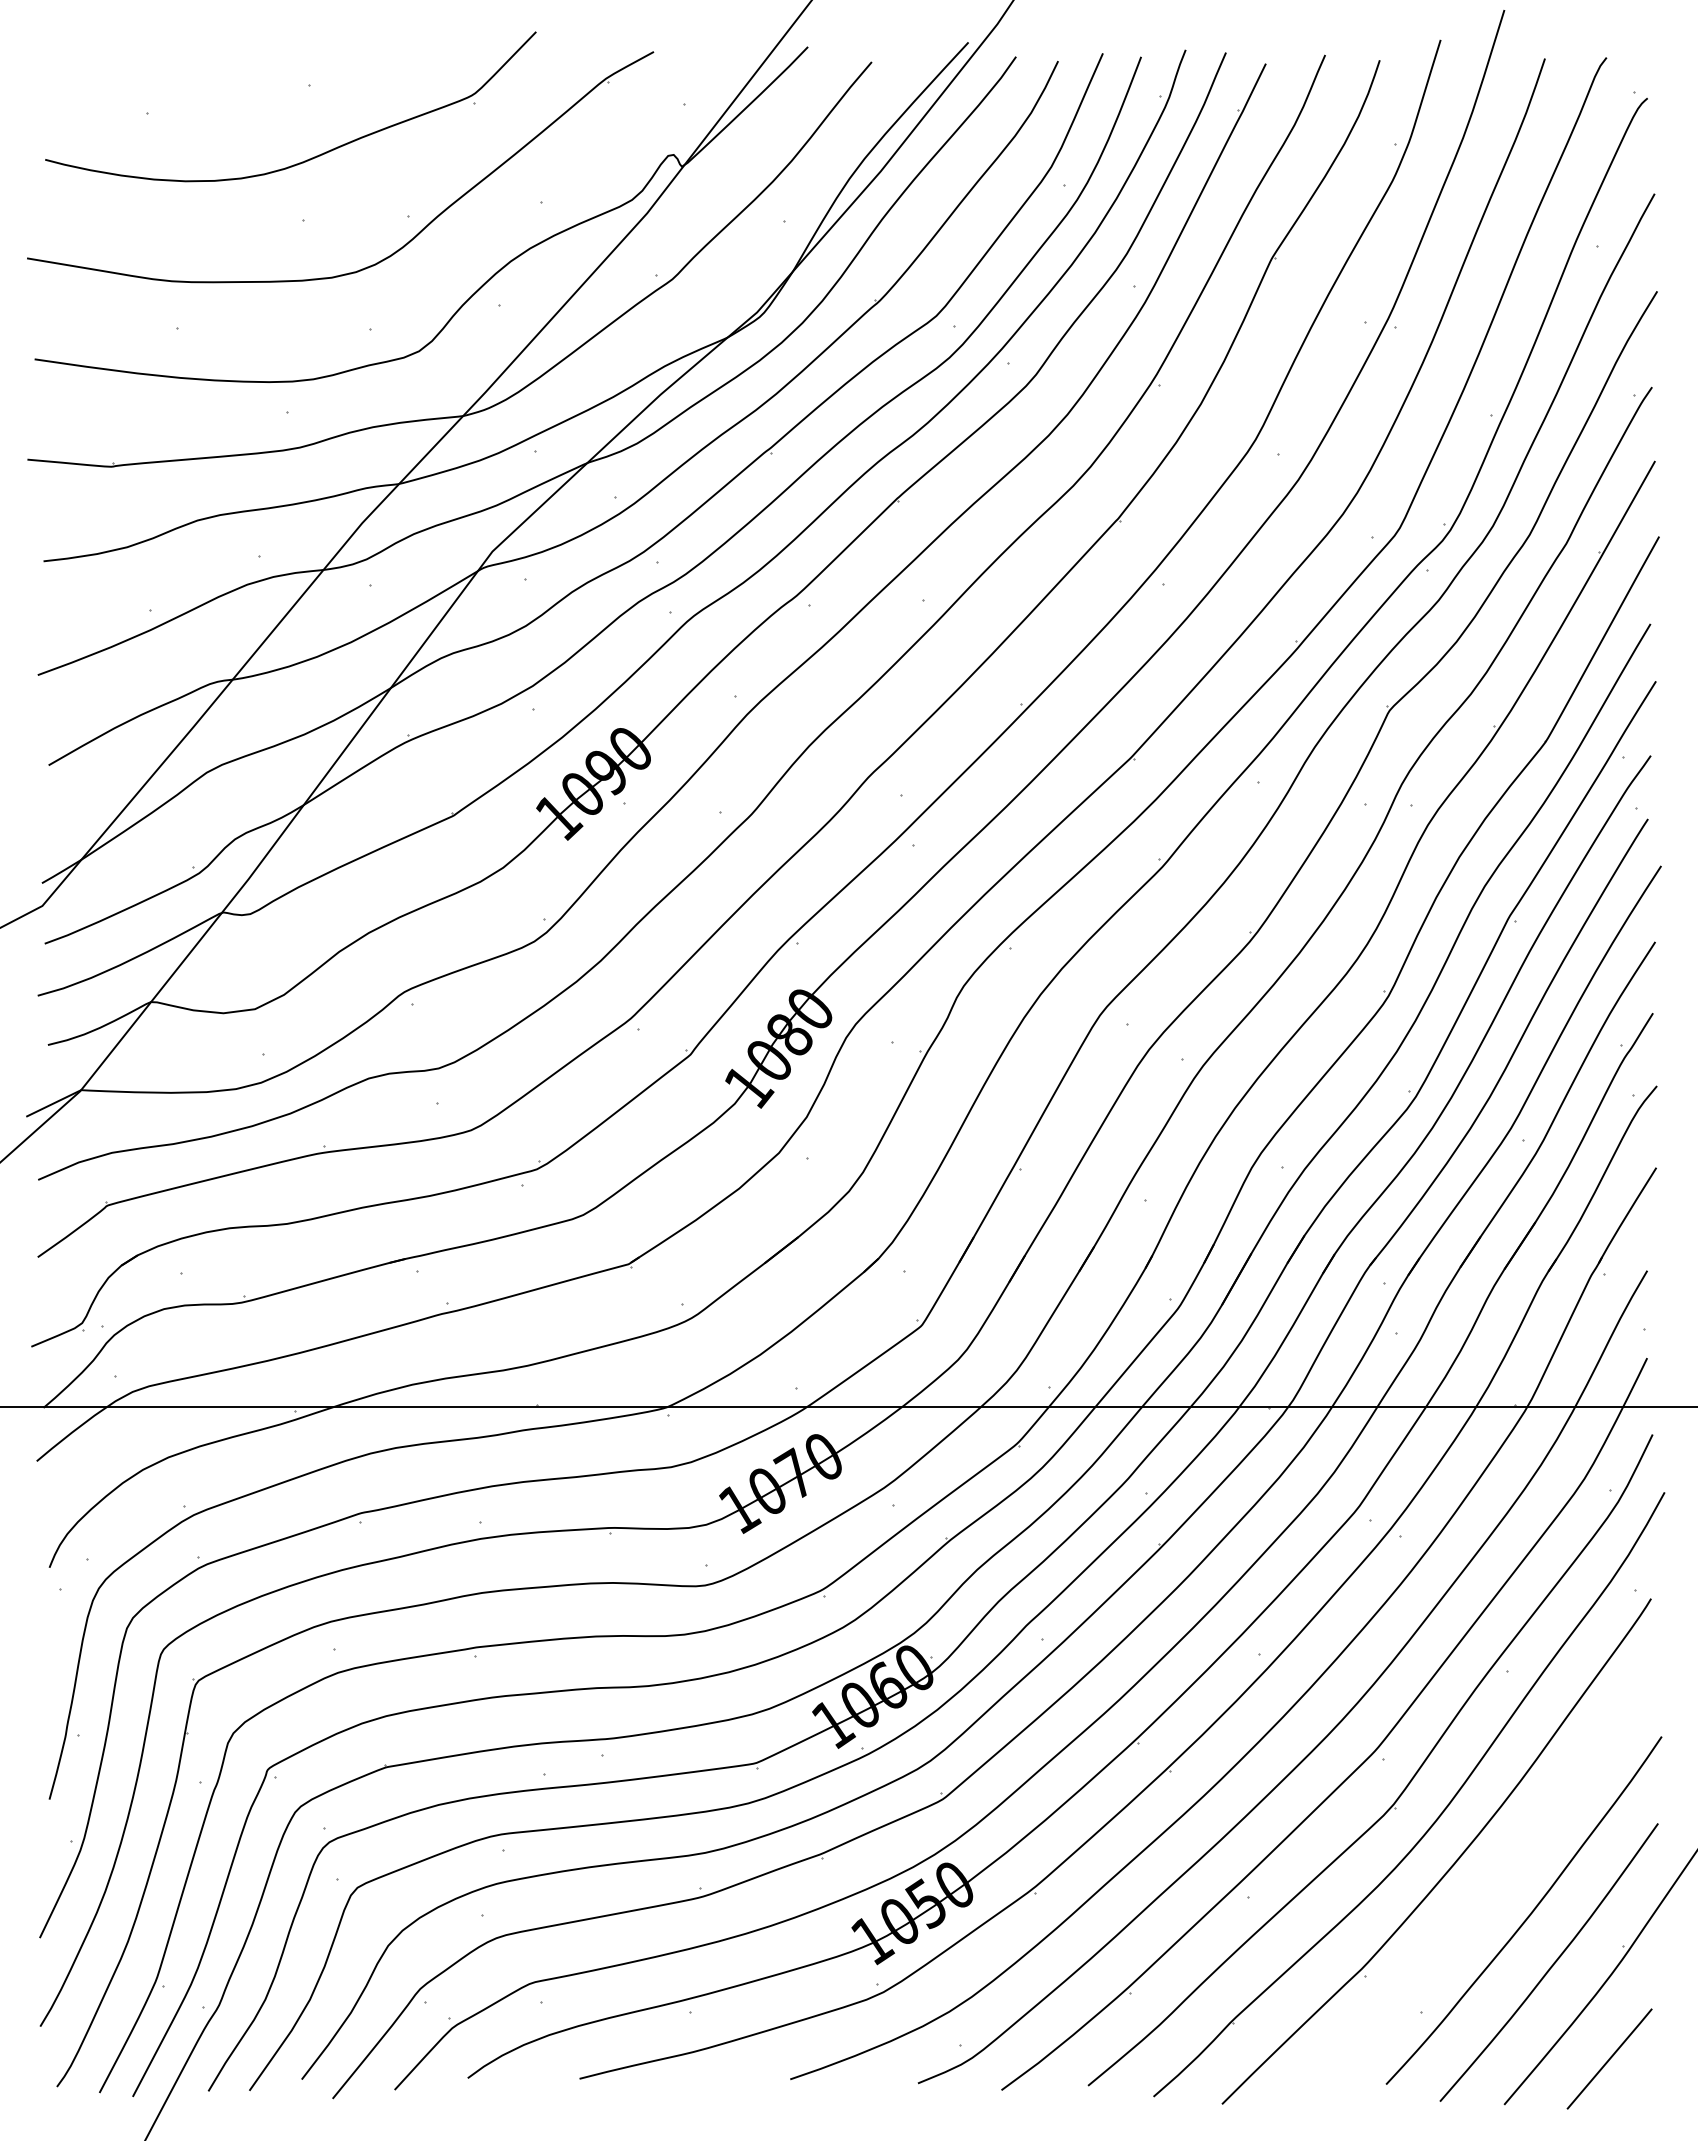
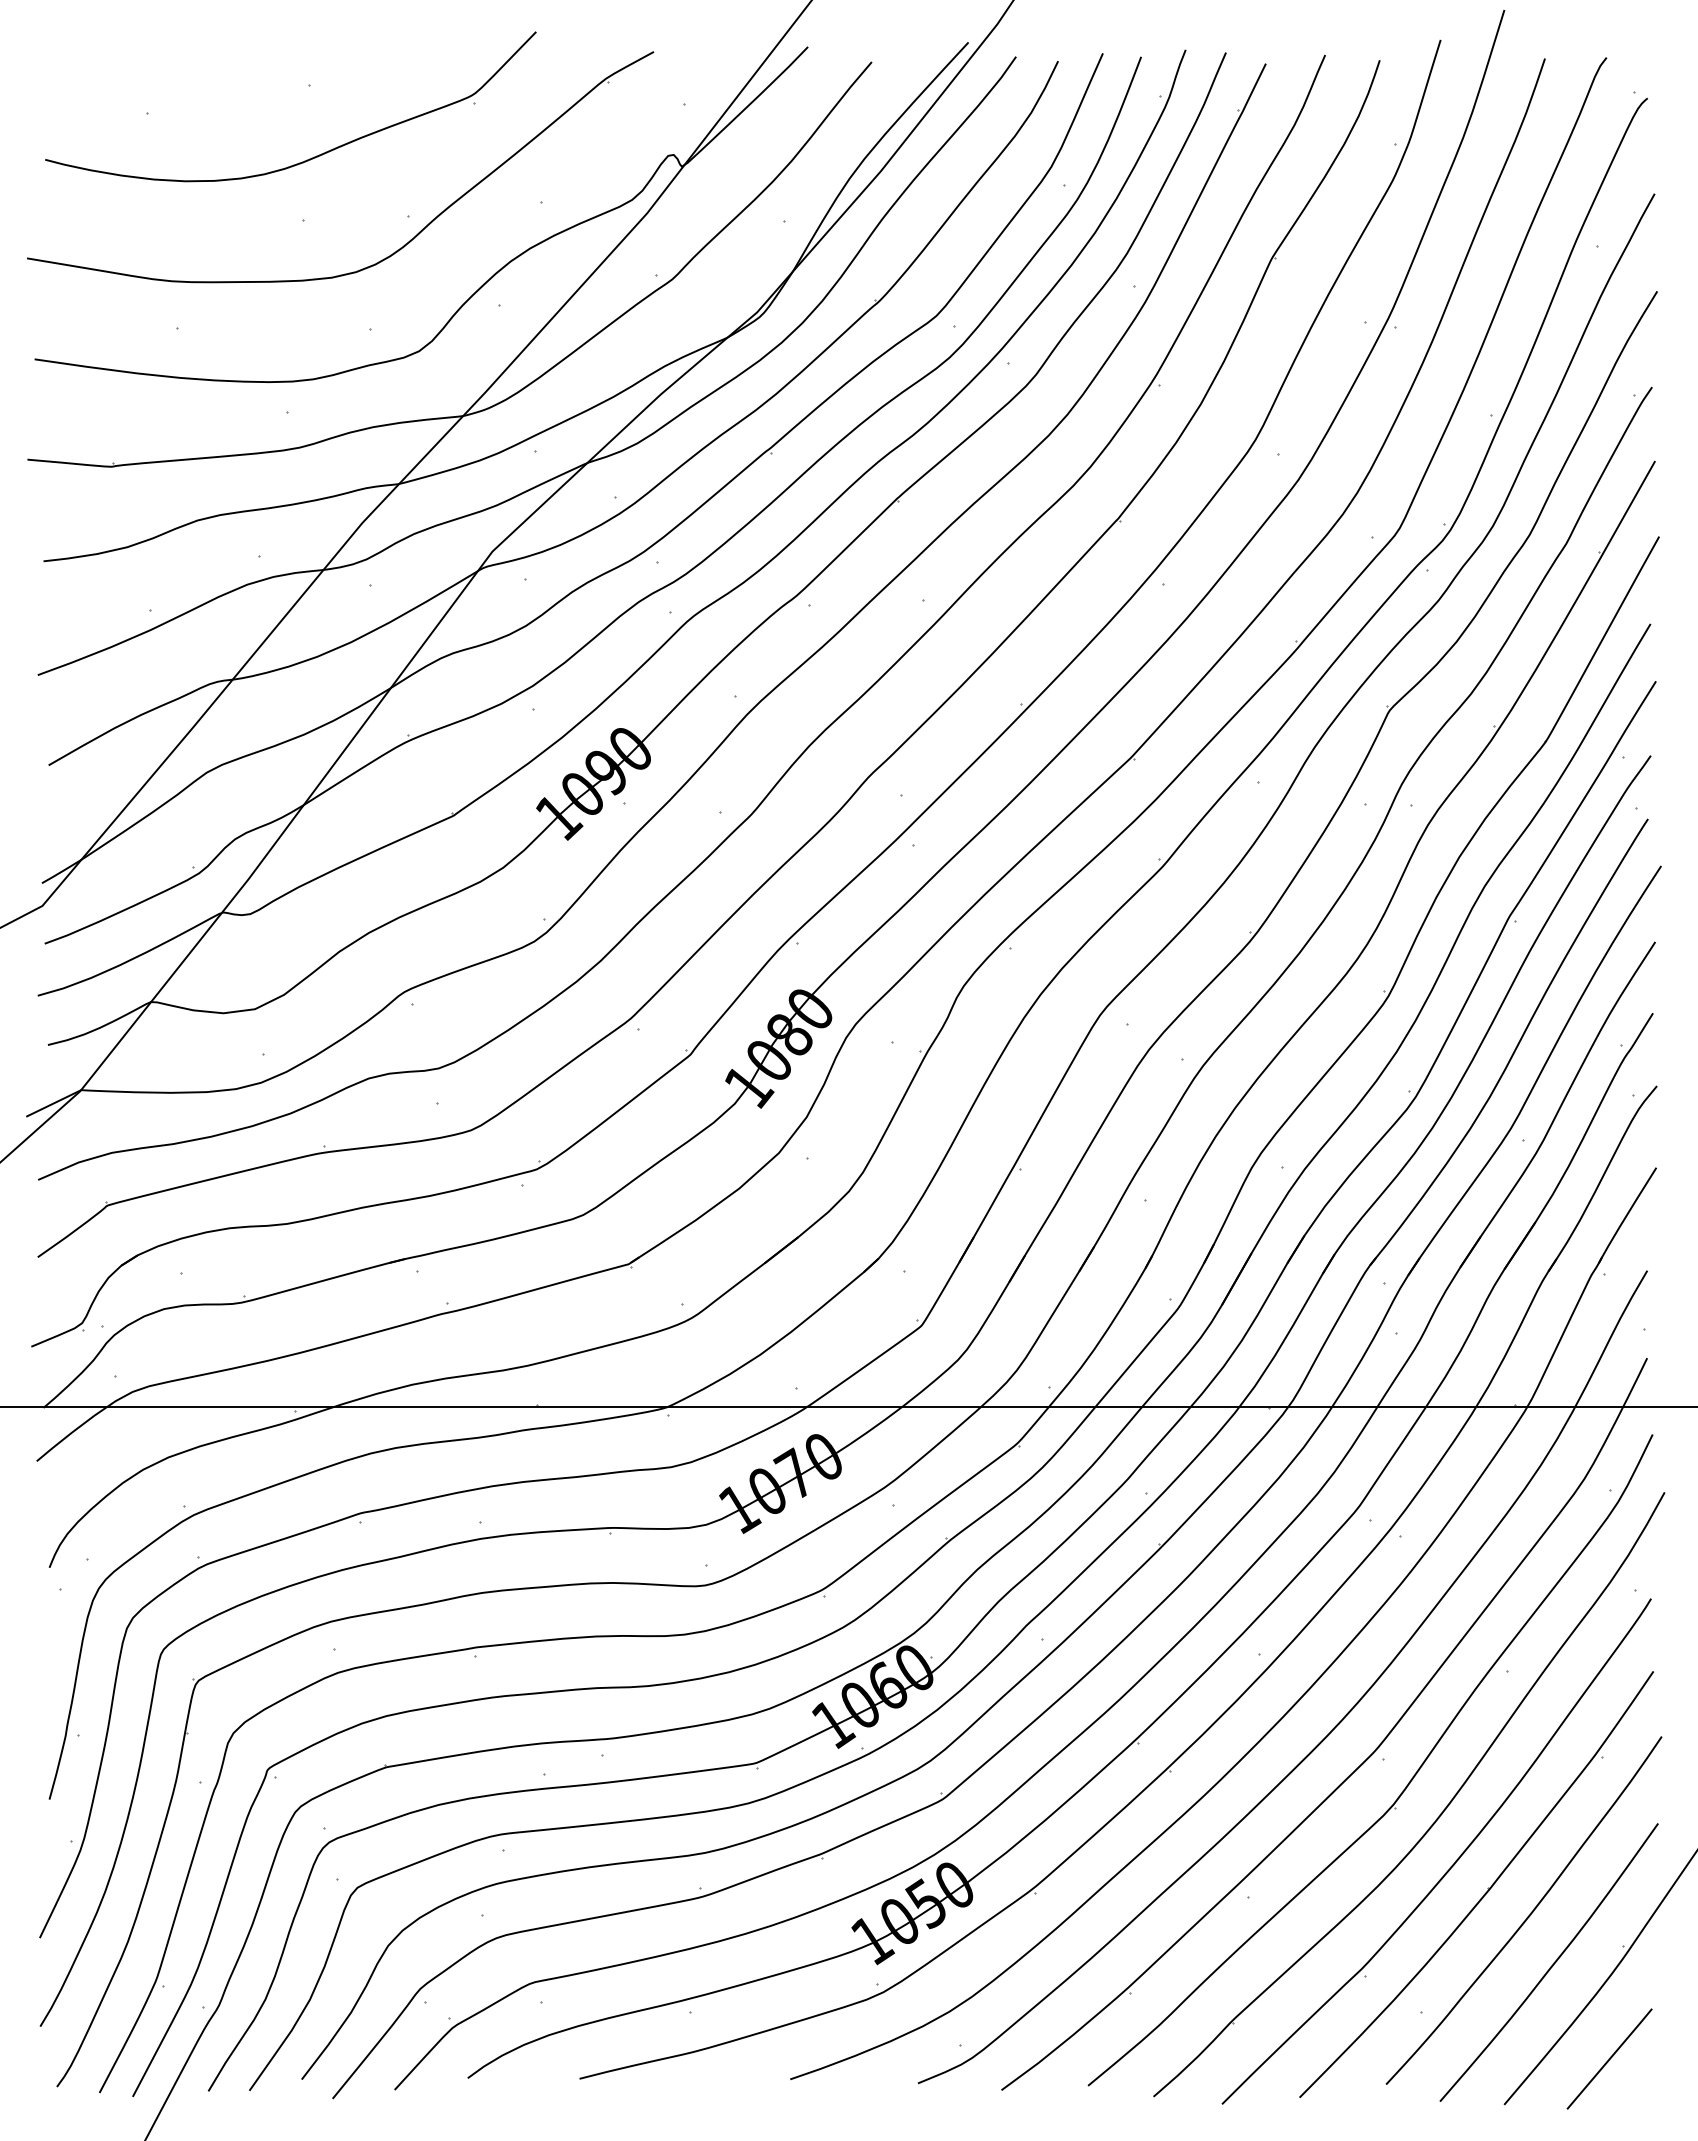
part at (1487, 1888): none -> present
